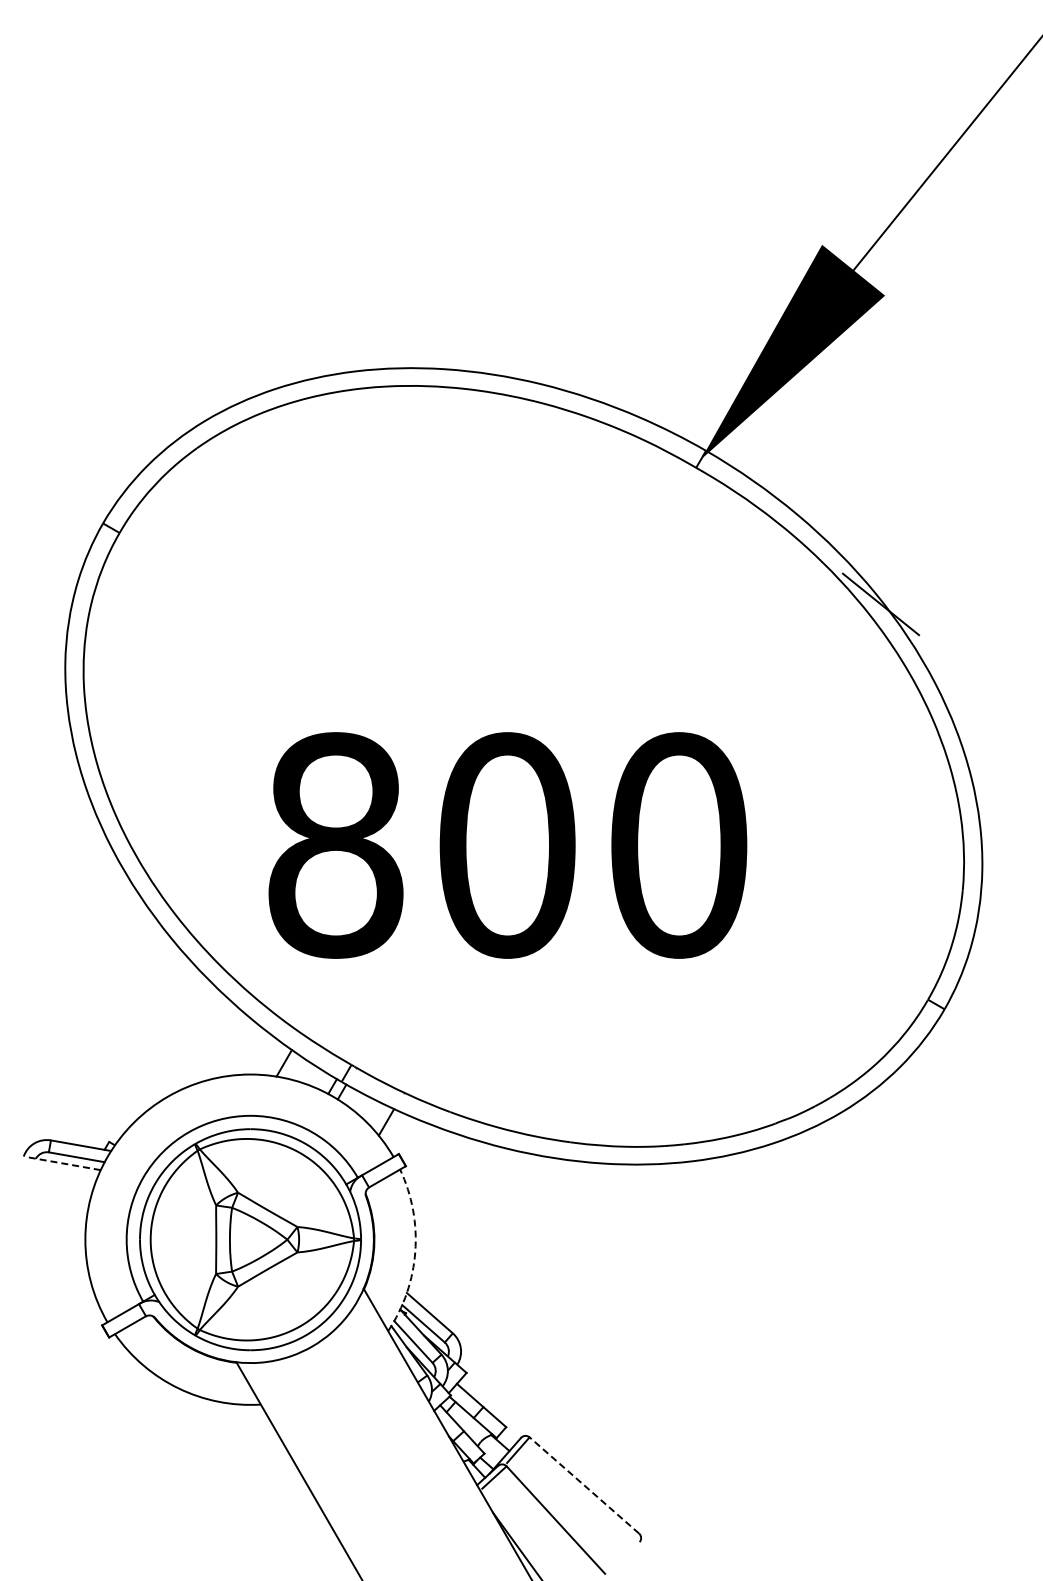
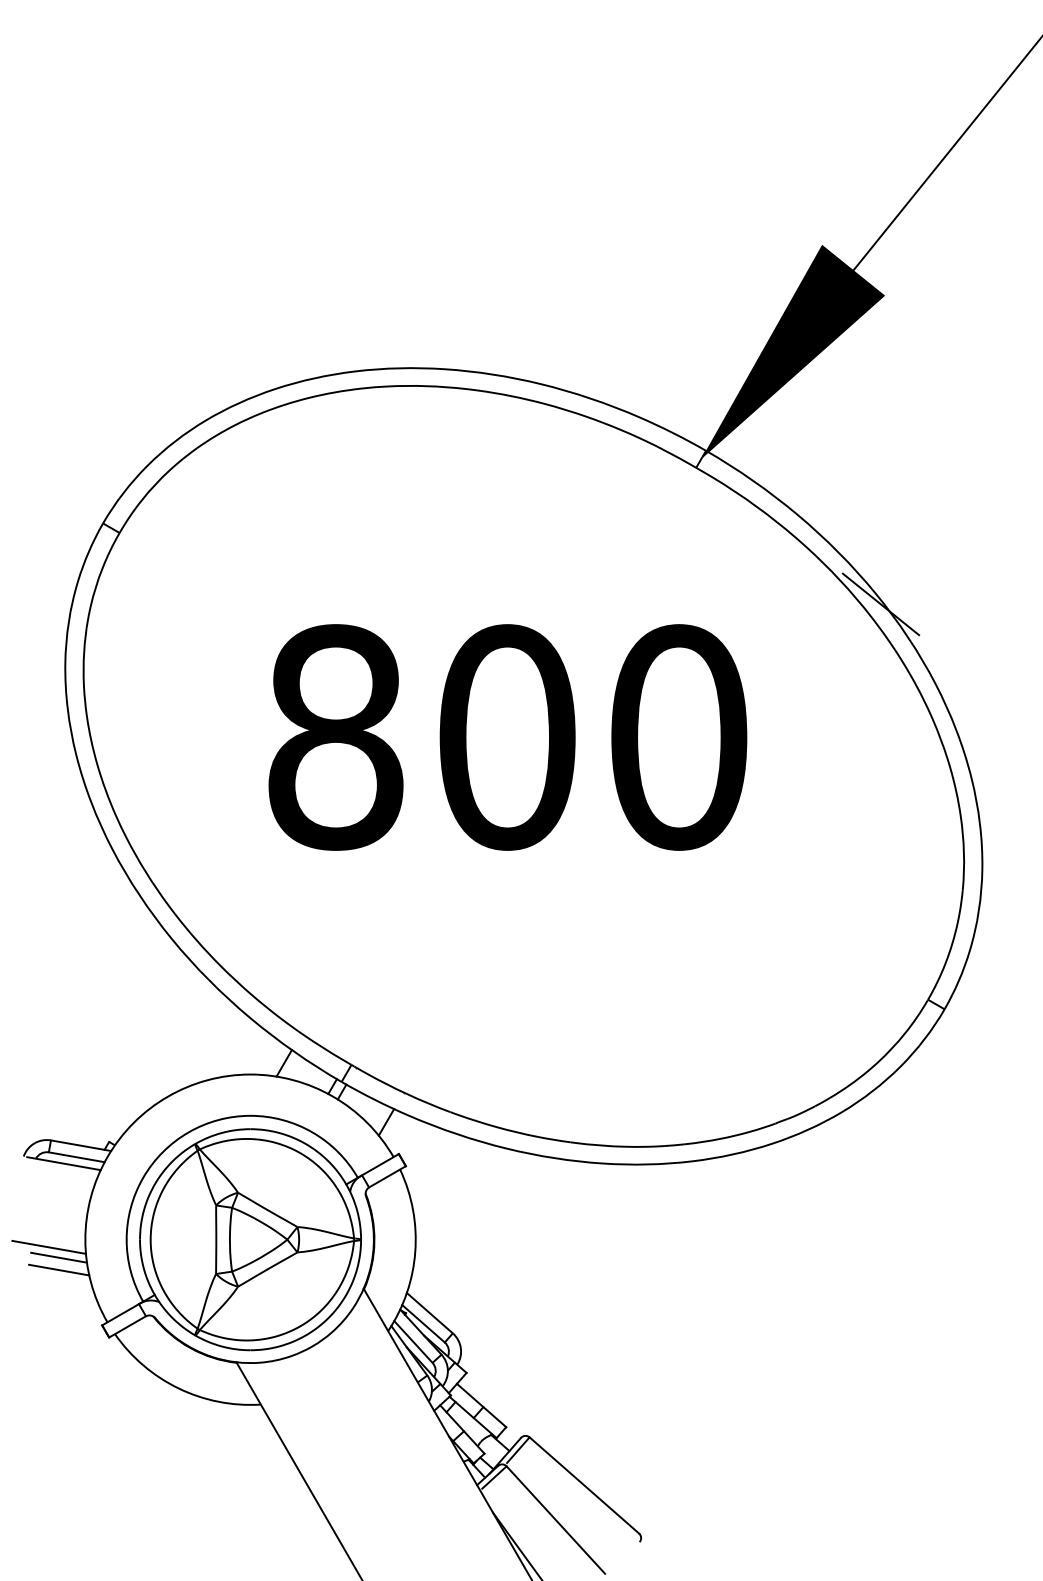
text at (507, 845) position: (507, 845) -> (507, 737)
line at (63, 1163): dashed -> solid
line at (48, 1246): none -> present
arc at (415, 1251): dashed -> solid
line at (58, 1257): none -> present
line at (59, 1269): none -> present
line at (584, 1485): dashed -> solid
